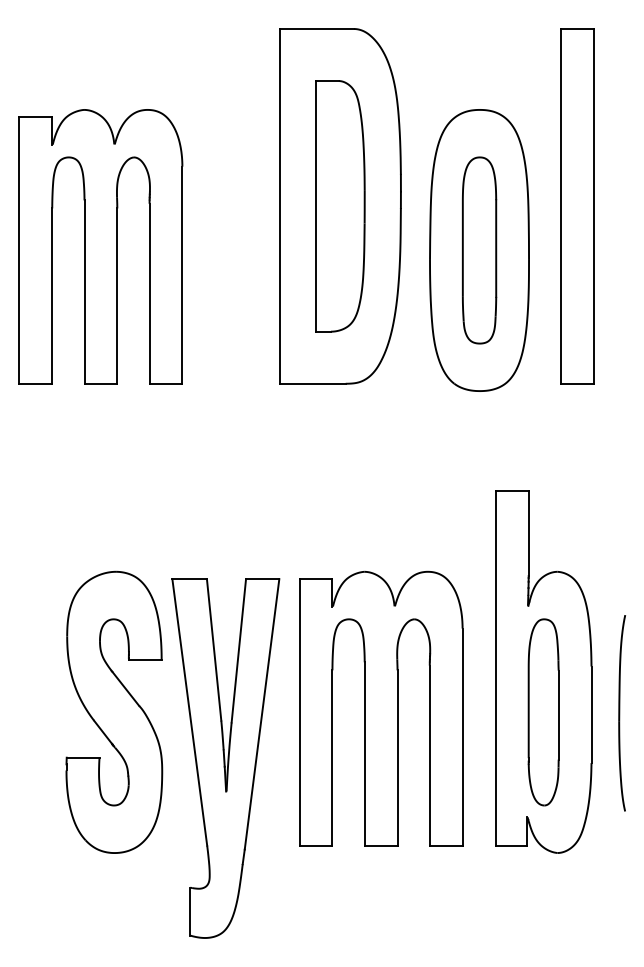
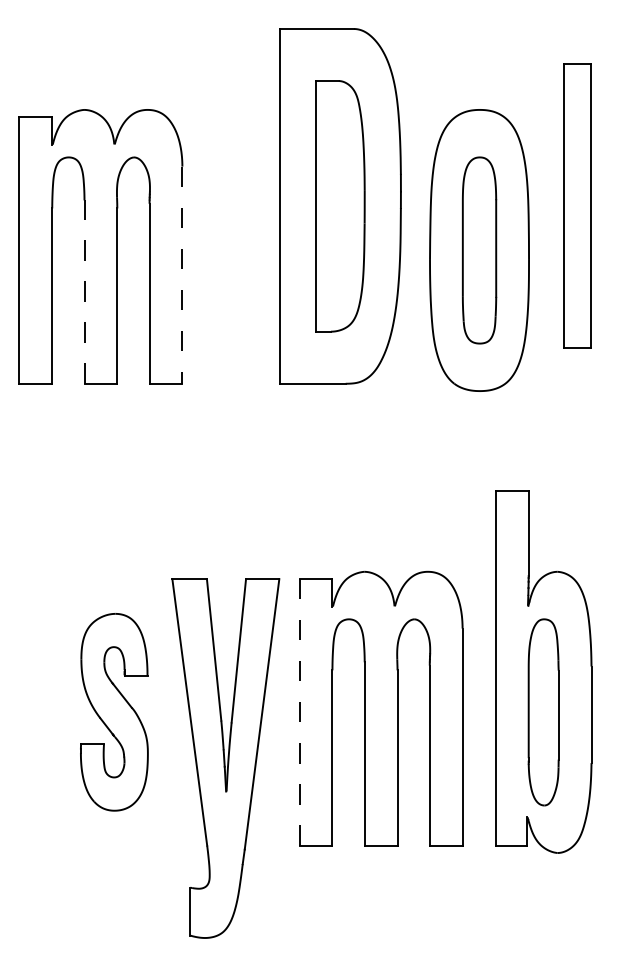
part at (577, 206) size: 35x357 px -> 29x286 px
line at (182, 275): solid -> dashed
line at (84, 292): solid -> dashed
part at (114, 711) size: 99x284 px -> 69x199 px
line at (299, 711): solid -> dashed
part at (621, 713): present -> none
